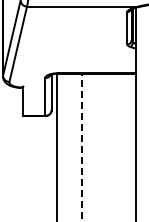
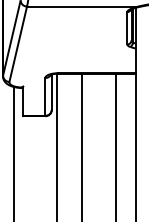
line at (115, 145): none -> present
line at (81, 147): dashed -> solid
line at (13, 152): none -> present
